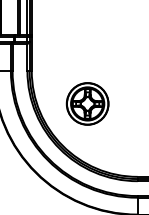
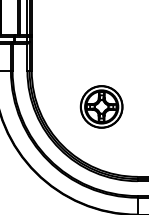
part at (87, 103) position: (87, 103) -> (101, 106)
